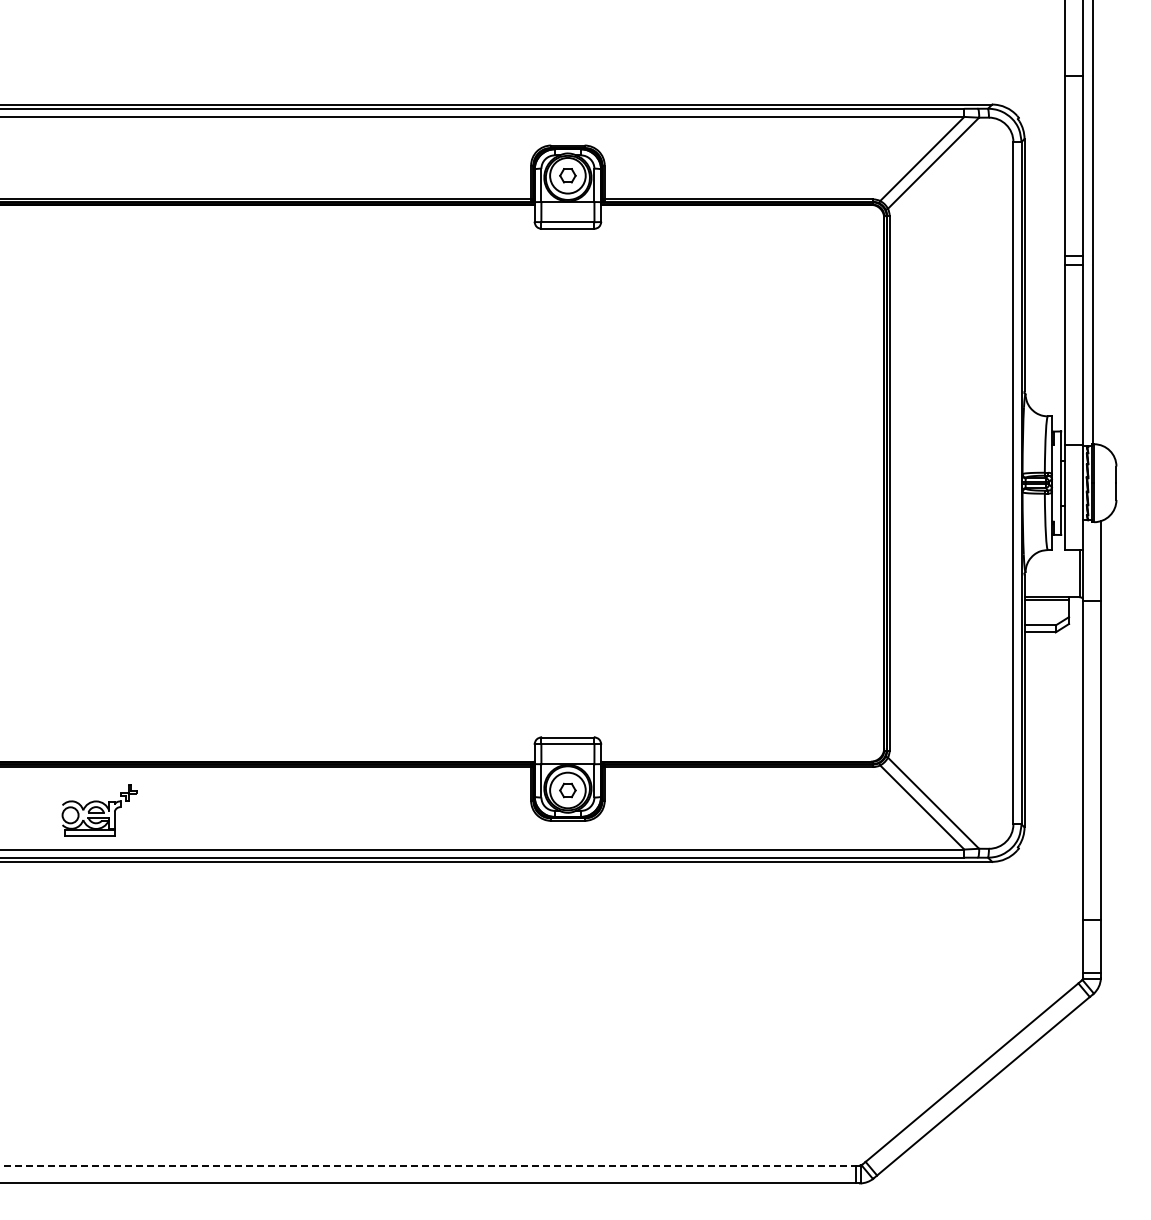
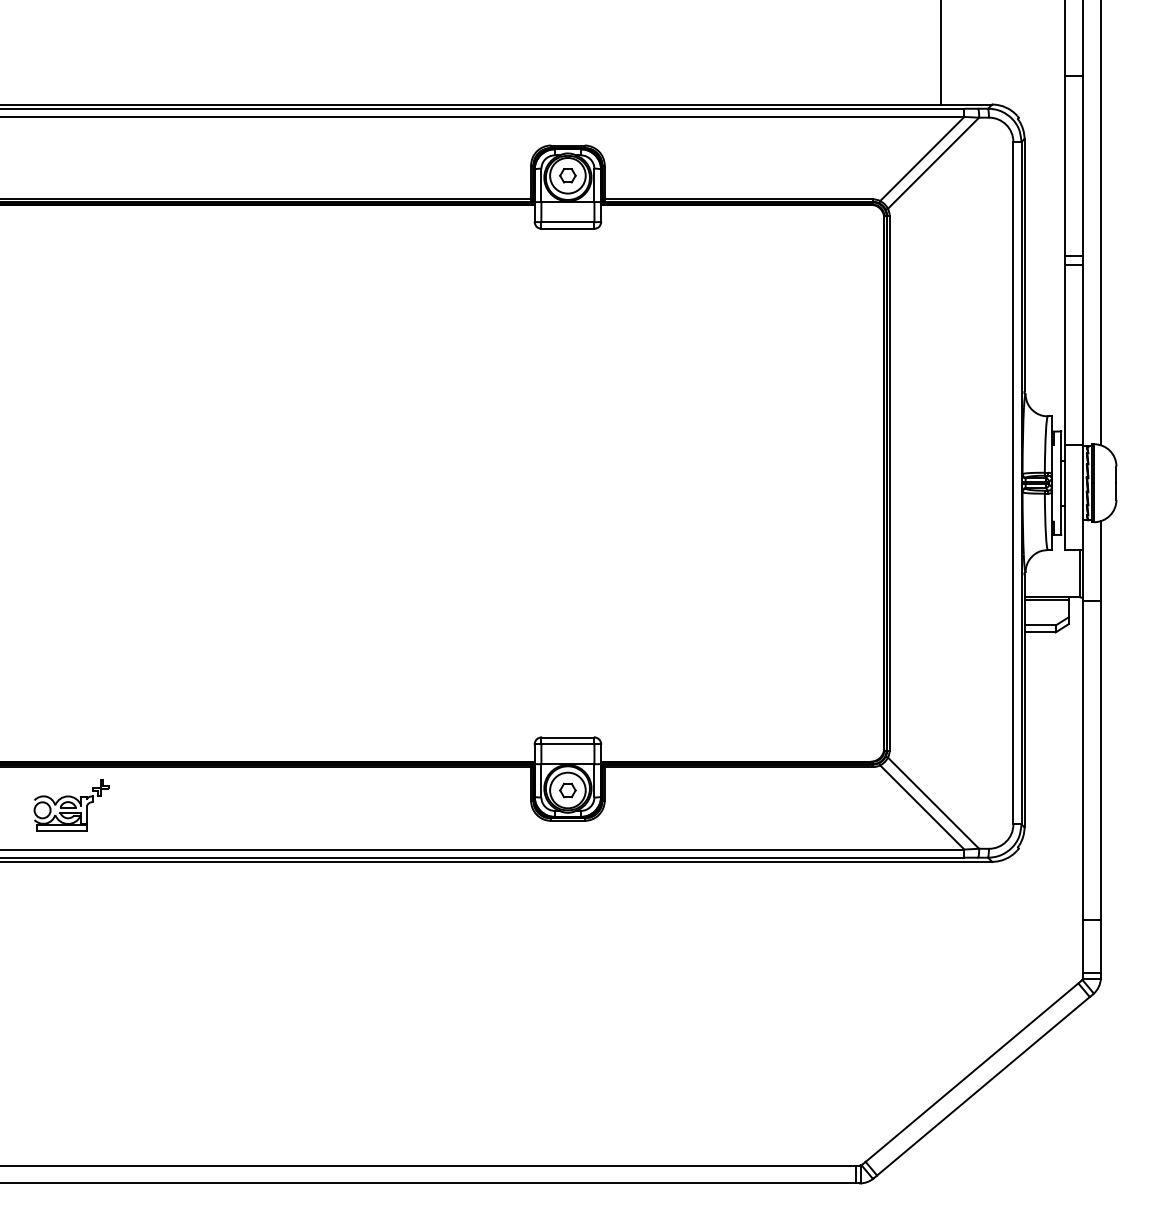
line at (940, 53): none -> present
line at (1092, 223) position: (1092, 223) -> (1100, 223)
part at (99, 810) position: (99, 810) -> (71, 805)
line at (427, 1165): dashed -> solid
